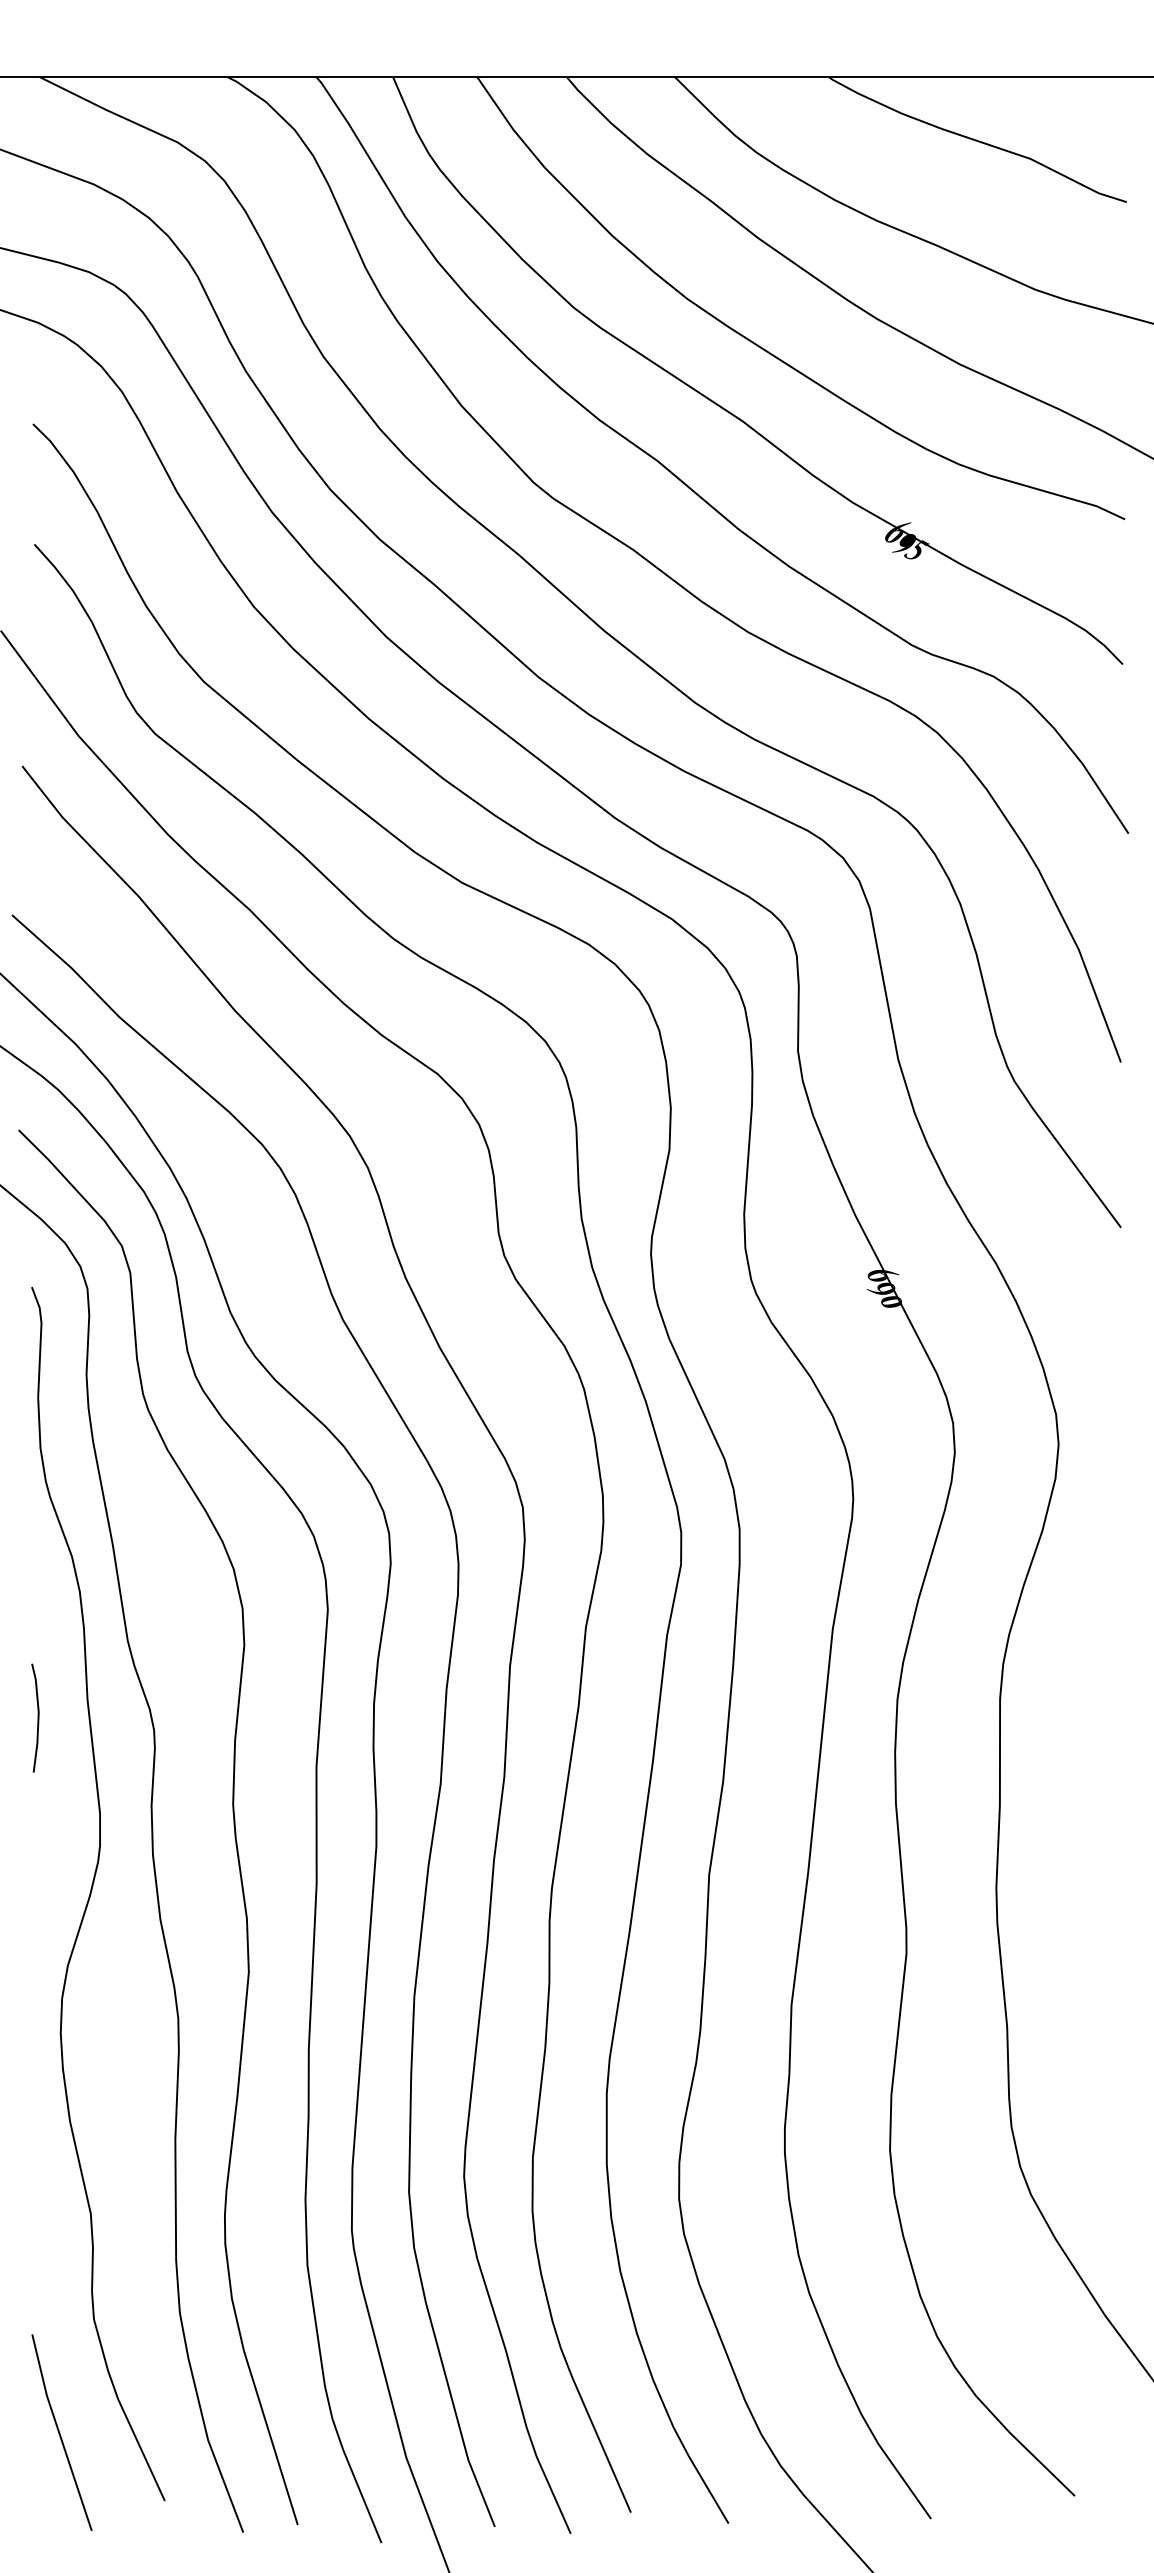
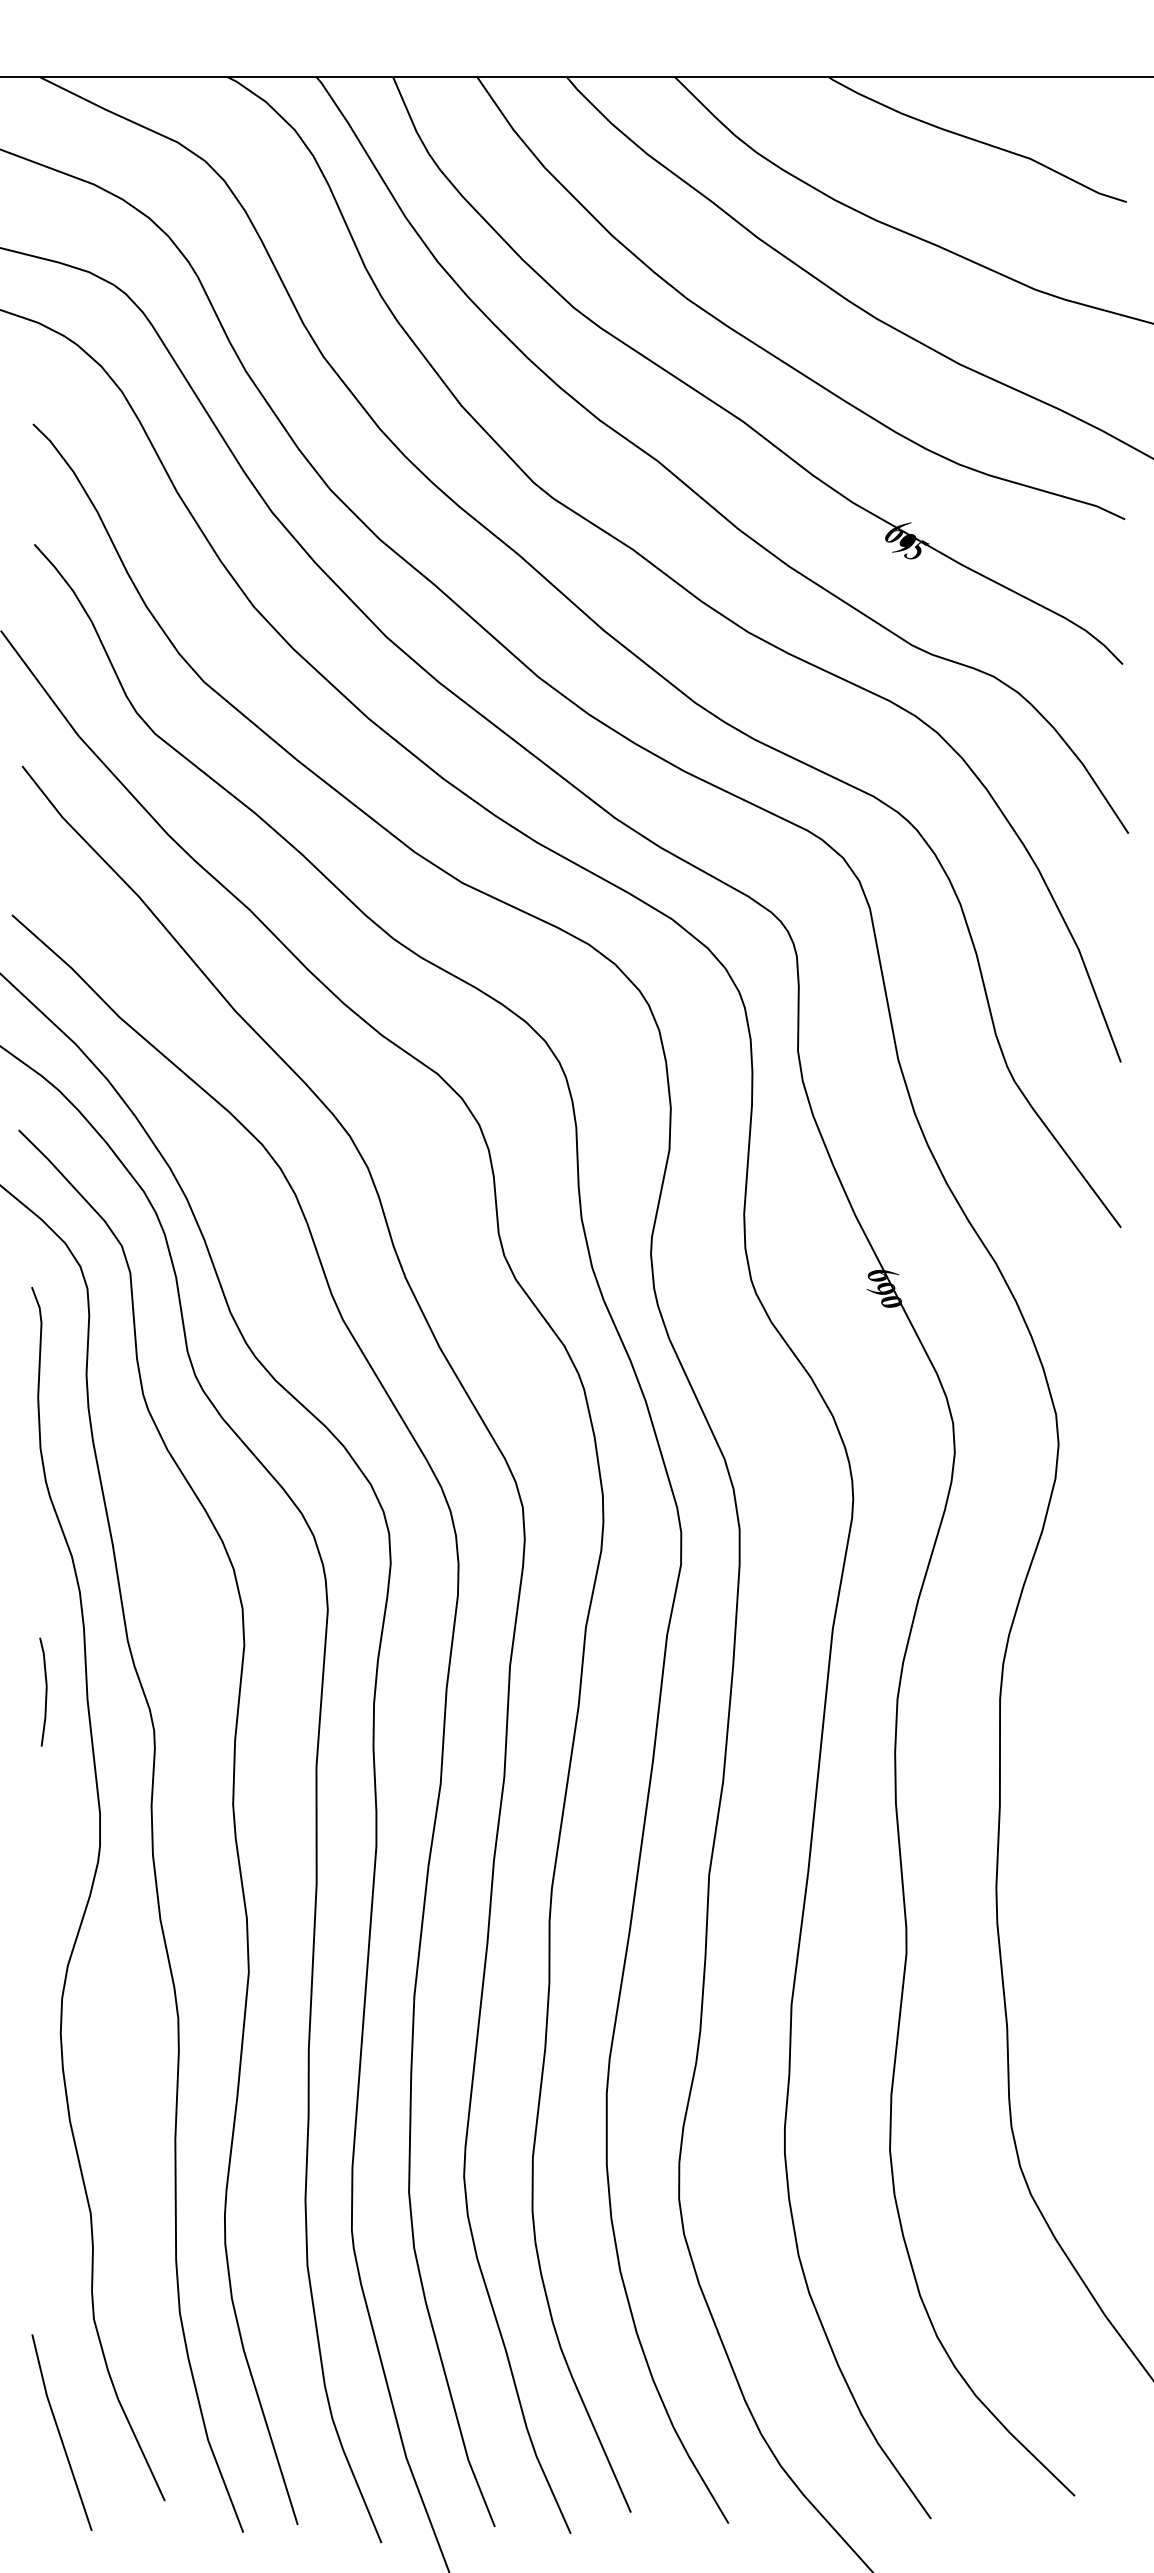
line at (37, 1717) position: (37, 1717) -> (45, 1691)
